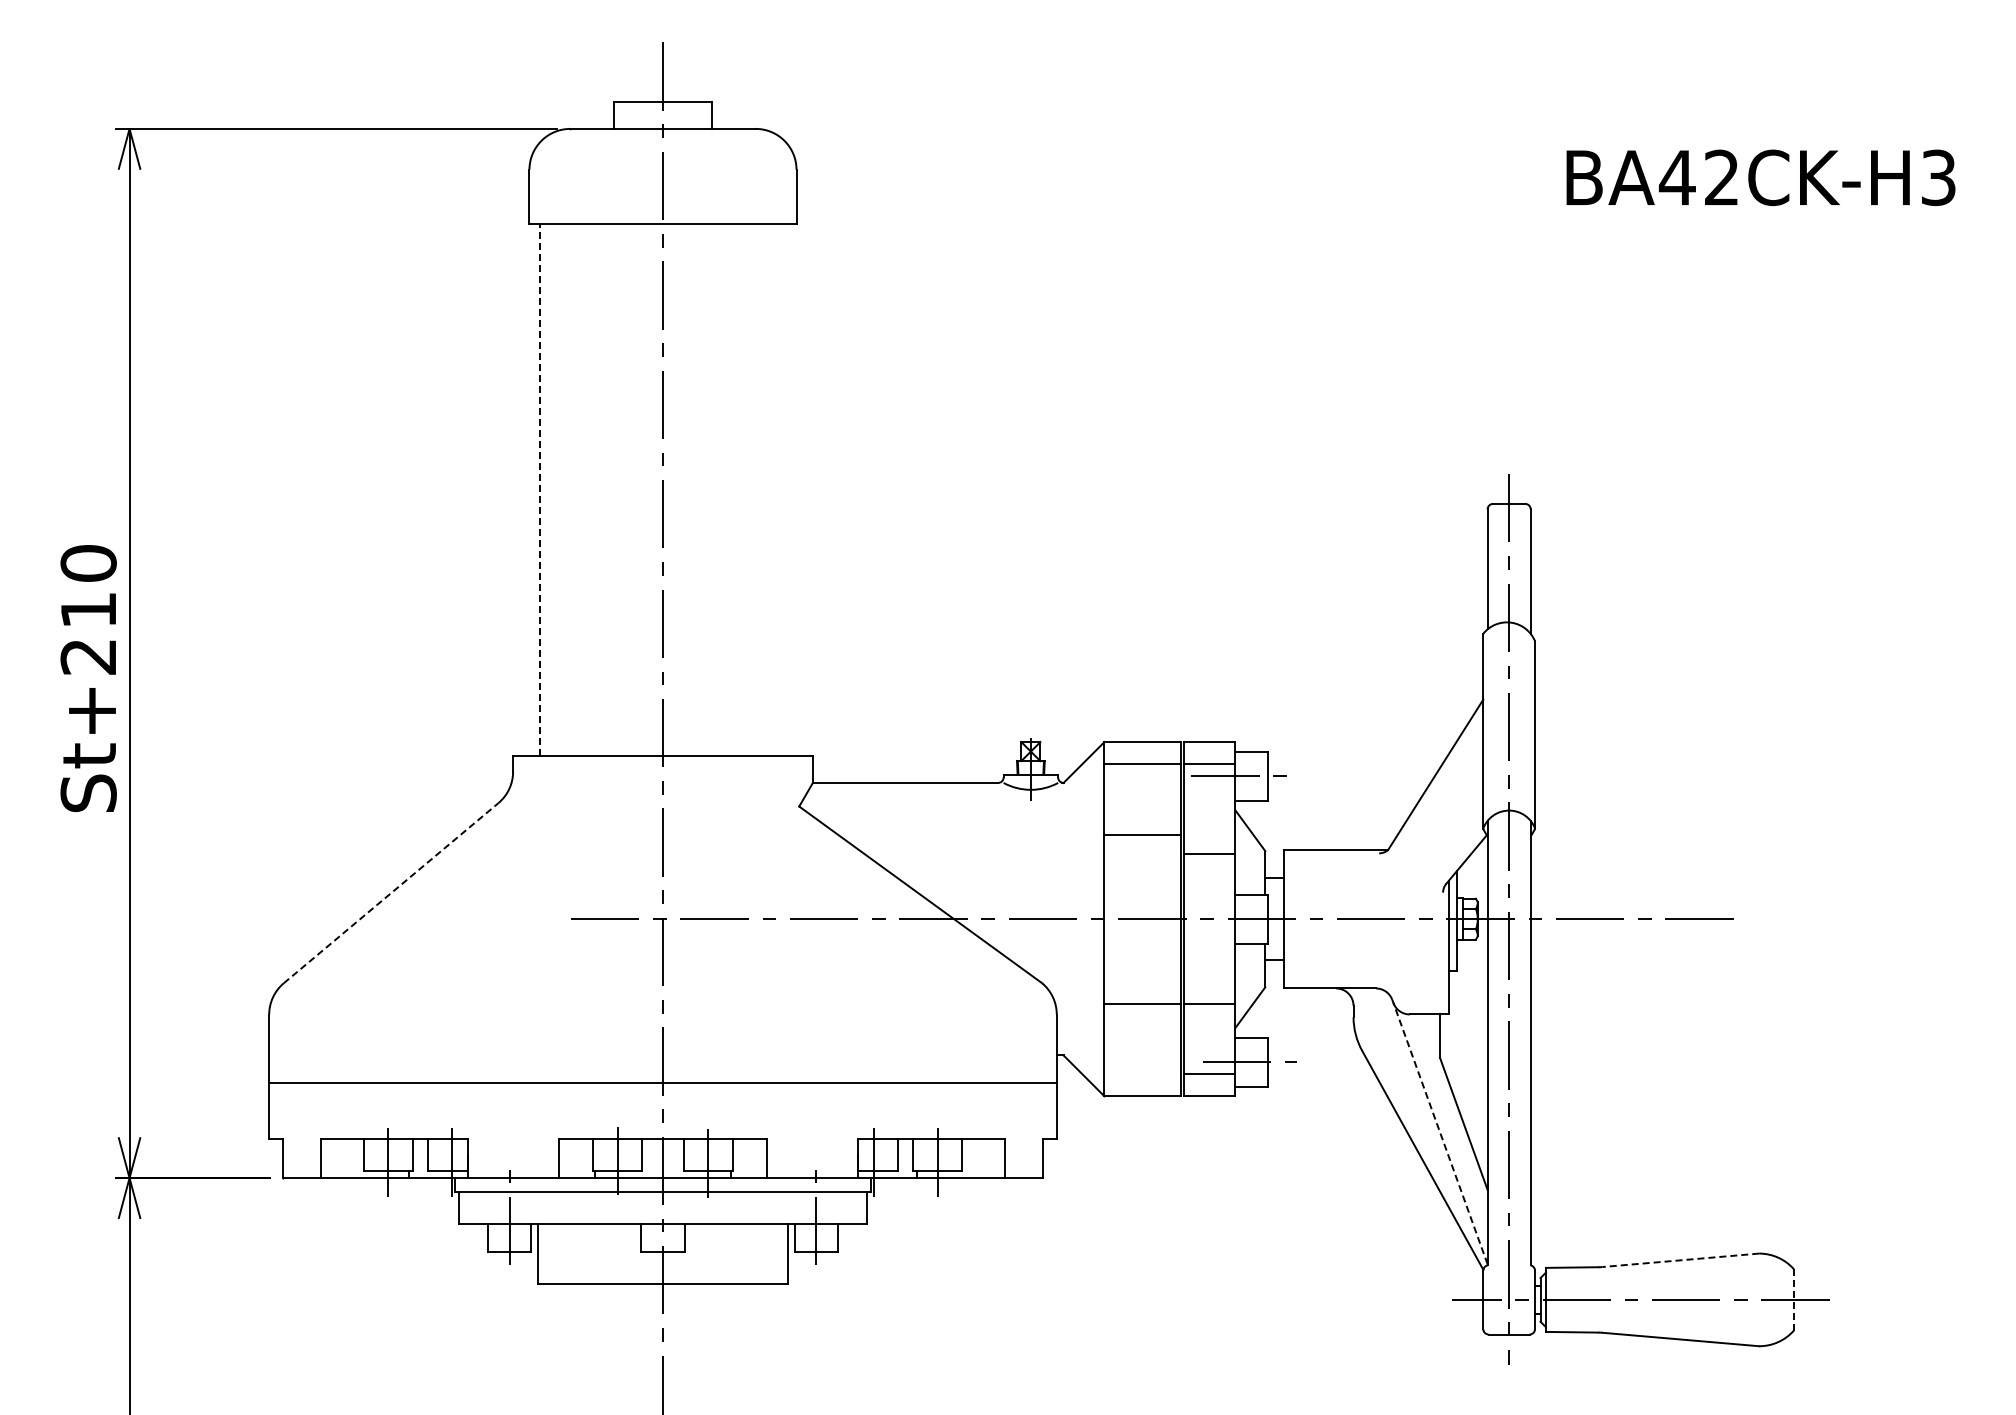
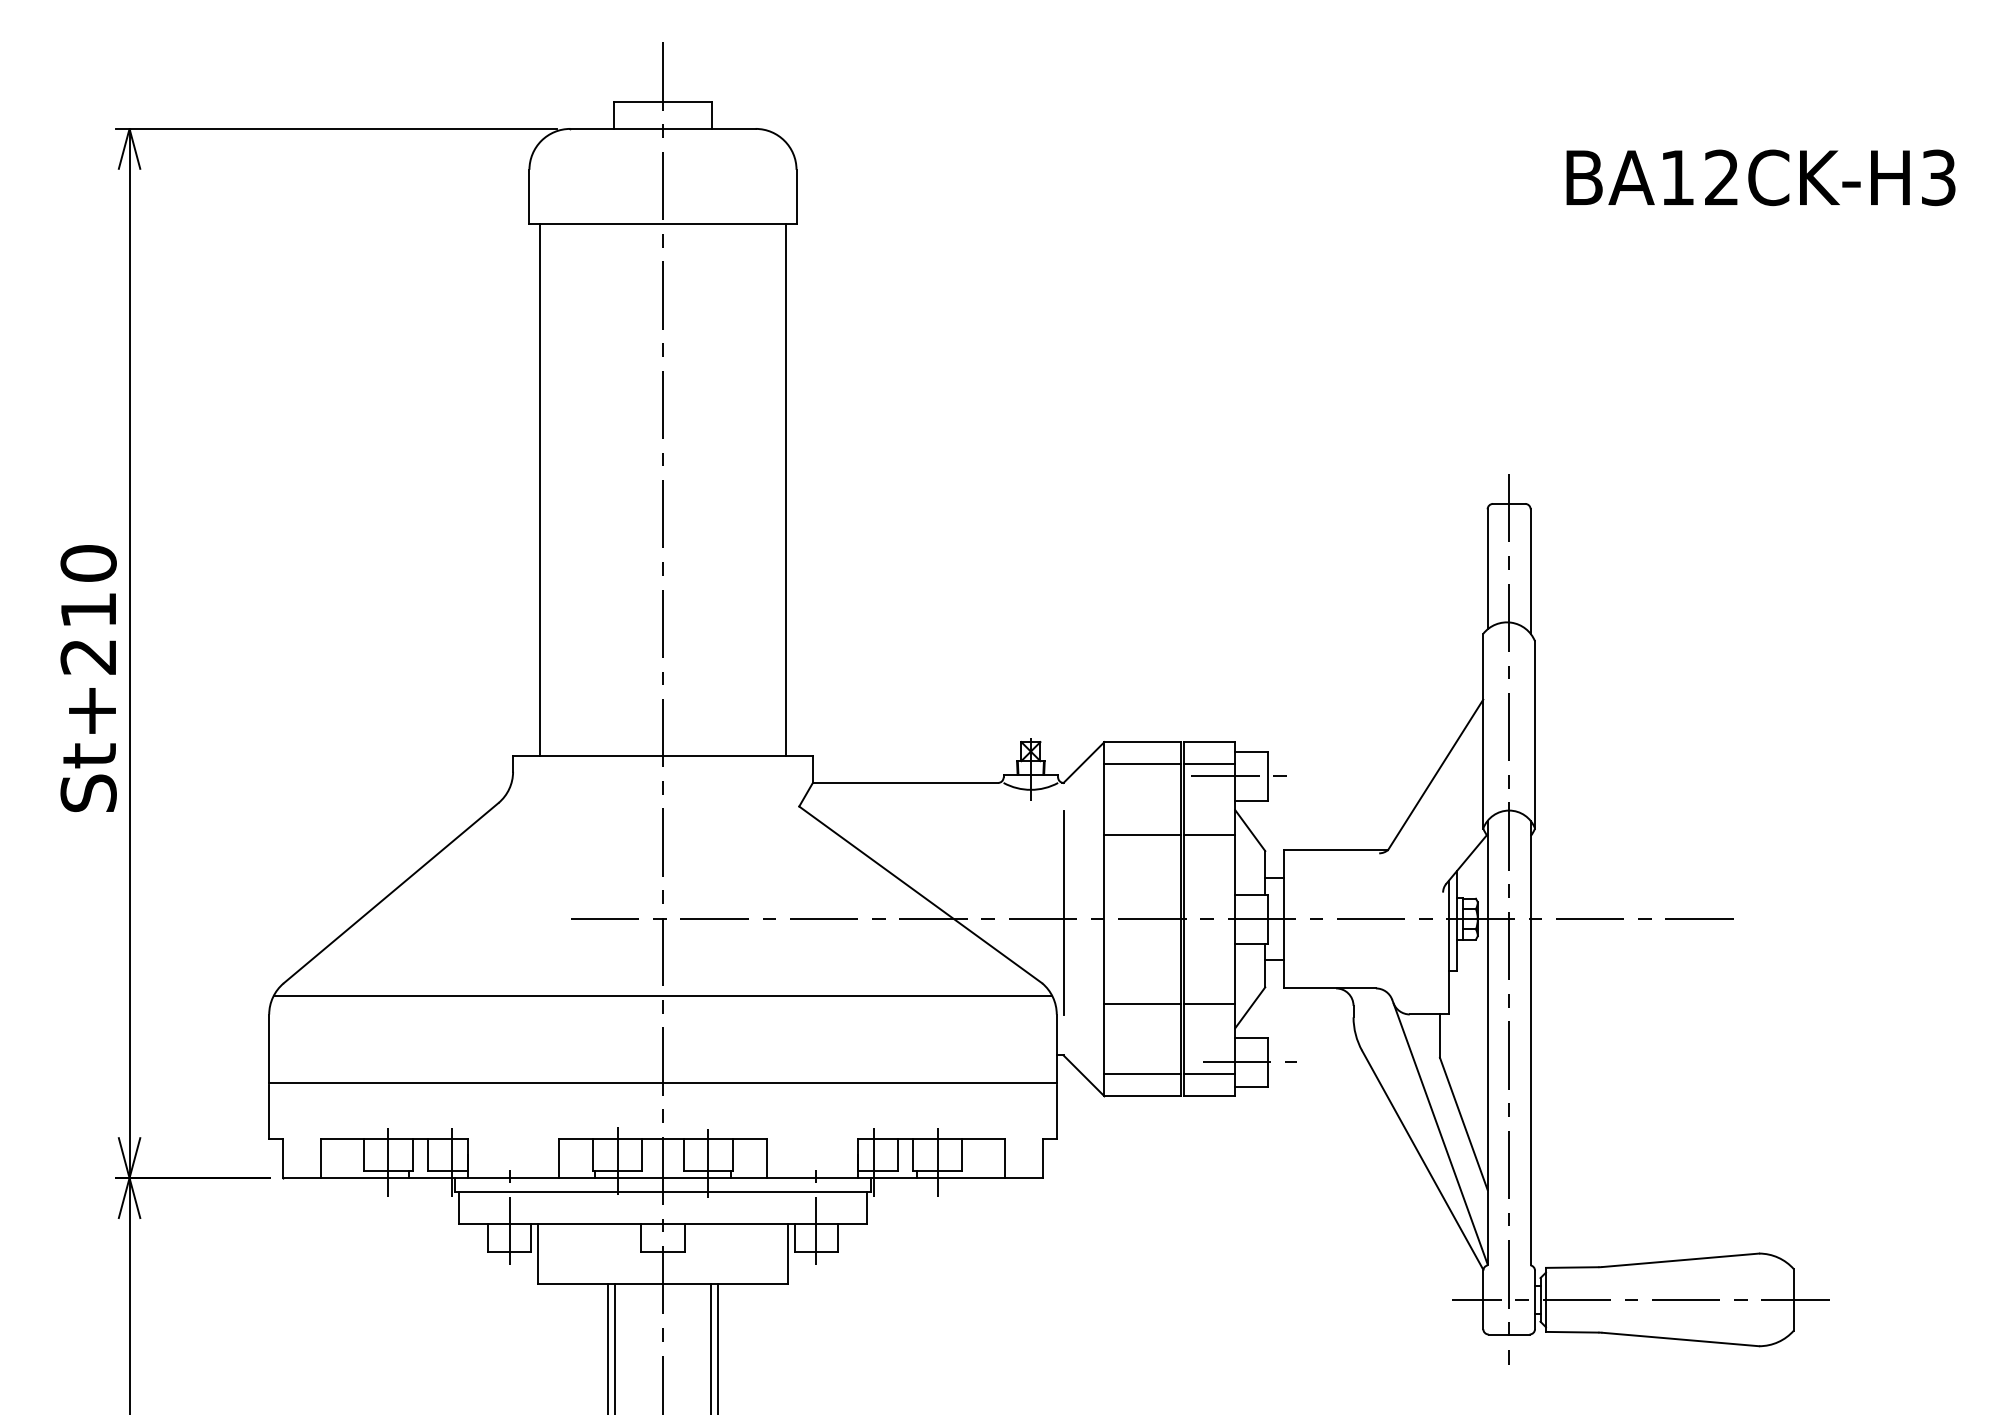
text at (1676, 177): BA42CK-H3 -> BA12CK-H3
line at (540, 489): dashed -> solid
line at (785, 489): none -> present
line at (1209, 853) position: (1209, 853) -> (1209, 834)
line at (391, 892): dashed -> solid
line at (1063, 913): none -> present
line at (662, 995): none -> present
line at (1142, 1074): none -> present
line at (1439, 1132): dashed -> solid
line at (1680, 1260): dashed -> solid
line at (1793, 1299): dashed -> solid
line at (608, 1347): none -> present
line at (615, 1347): none -> present
line at (710, 1347): none -> present
line at (717, 1347): none -> present
